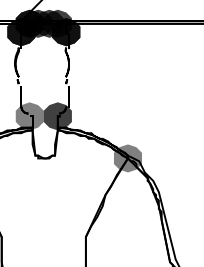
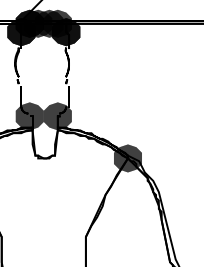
fill at (29, 116): none -> present
fill at (127, 158): none -> present
